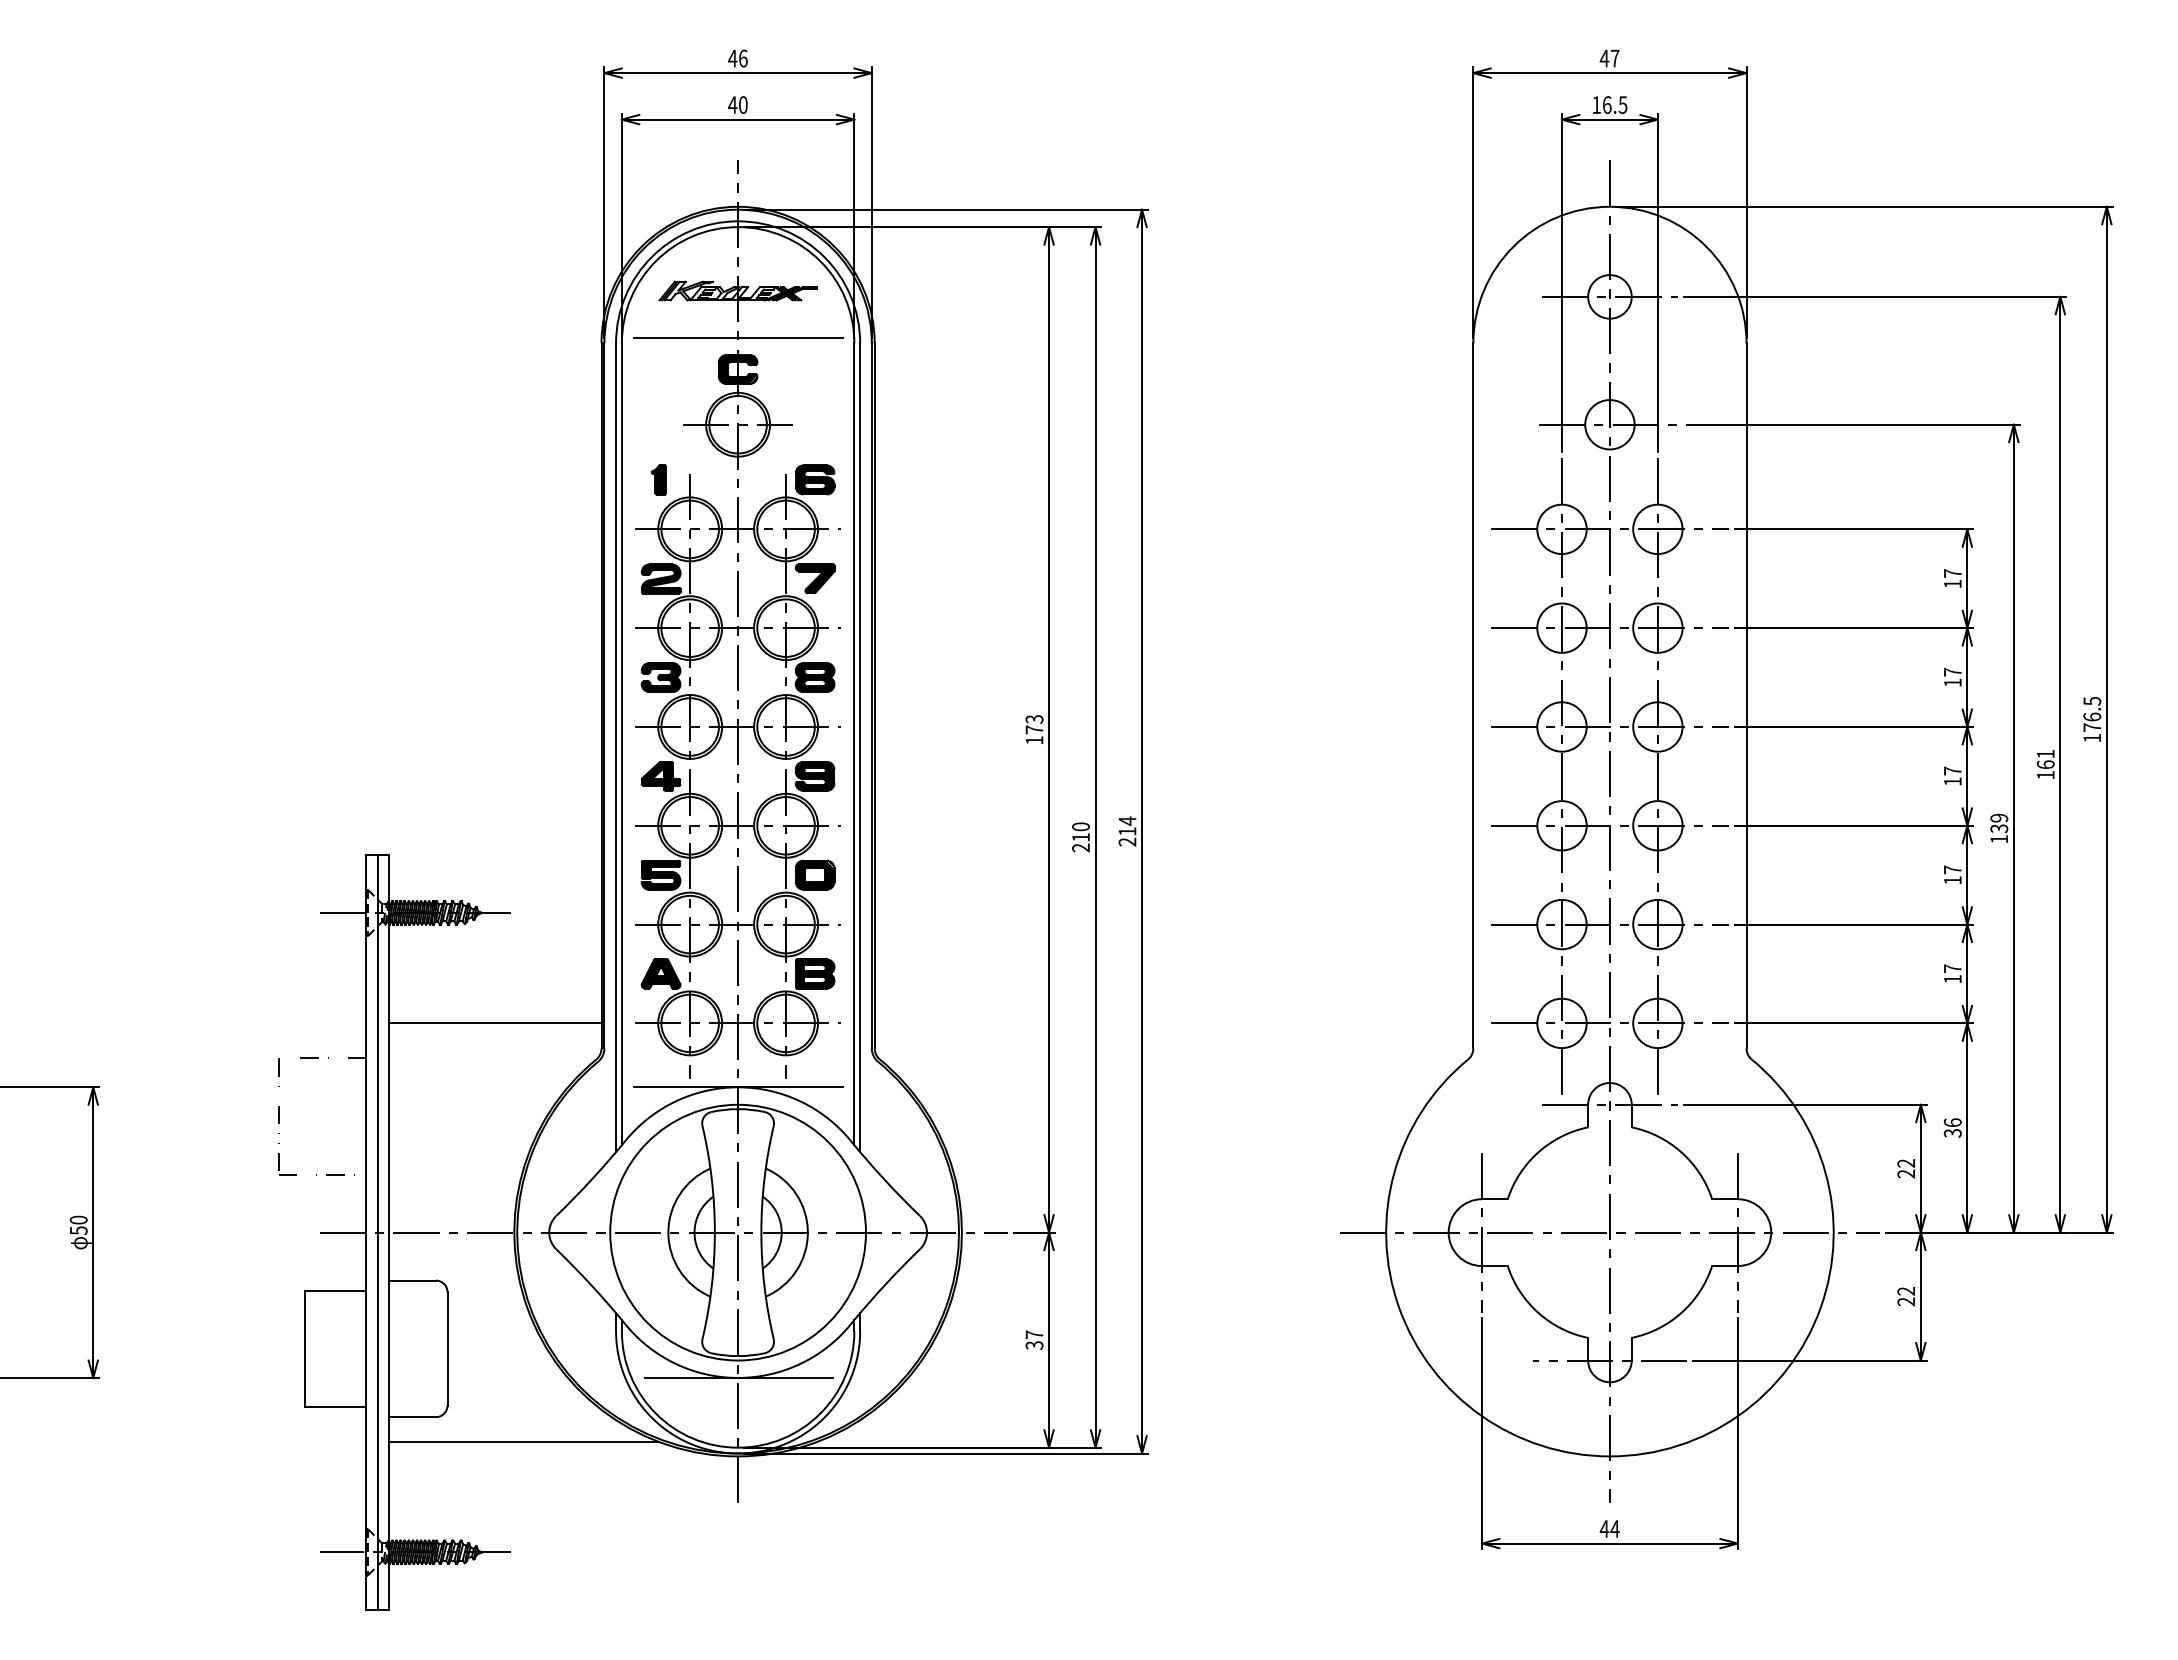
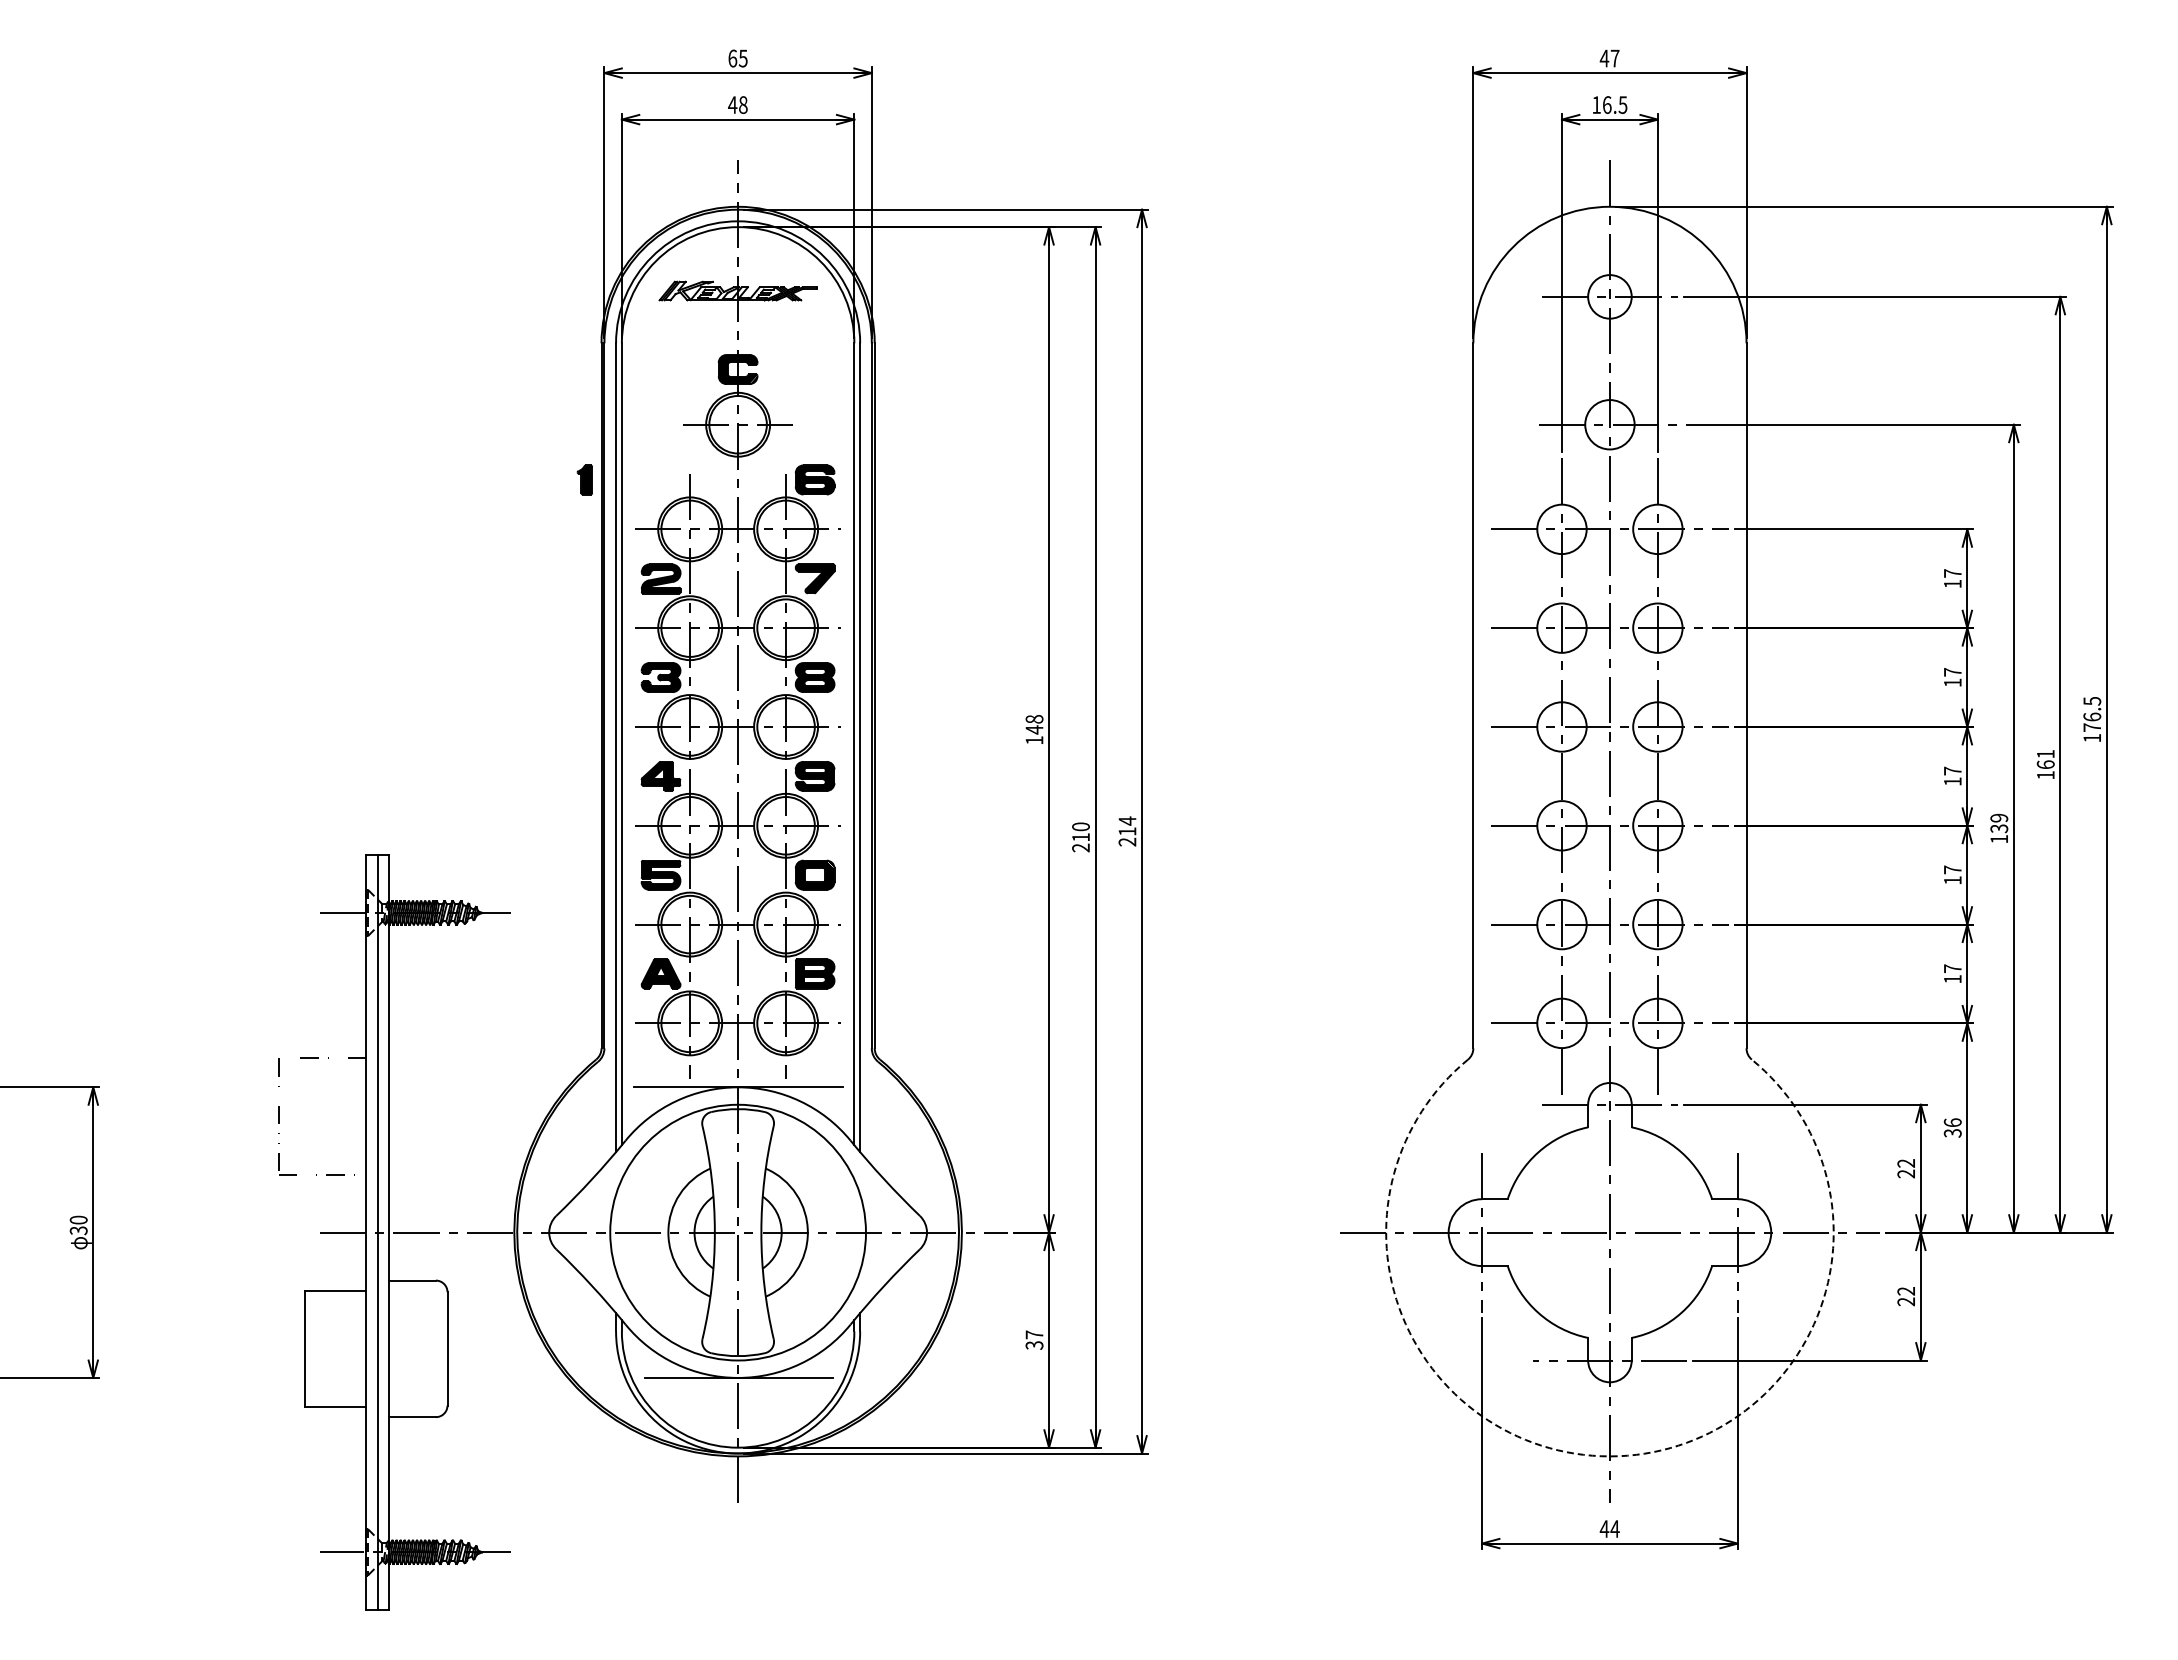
text at (737, 58): 46 -> 65
text at (743, 104): 40 -> 48
line at (737, 337): present -> none
part at (658, 479) position: (658, 479) -> (584, 479)
text at (1034, 724): 173 -> 148
line at (495, 1023): present -> none
text at (77, 1230): 50 -> 30
line at (523, 1441): present -> none
arc at (1609, 1456): solid -> dashed
